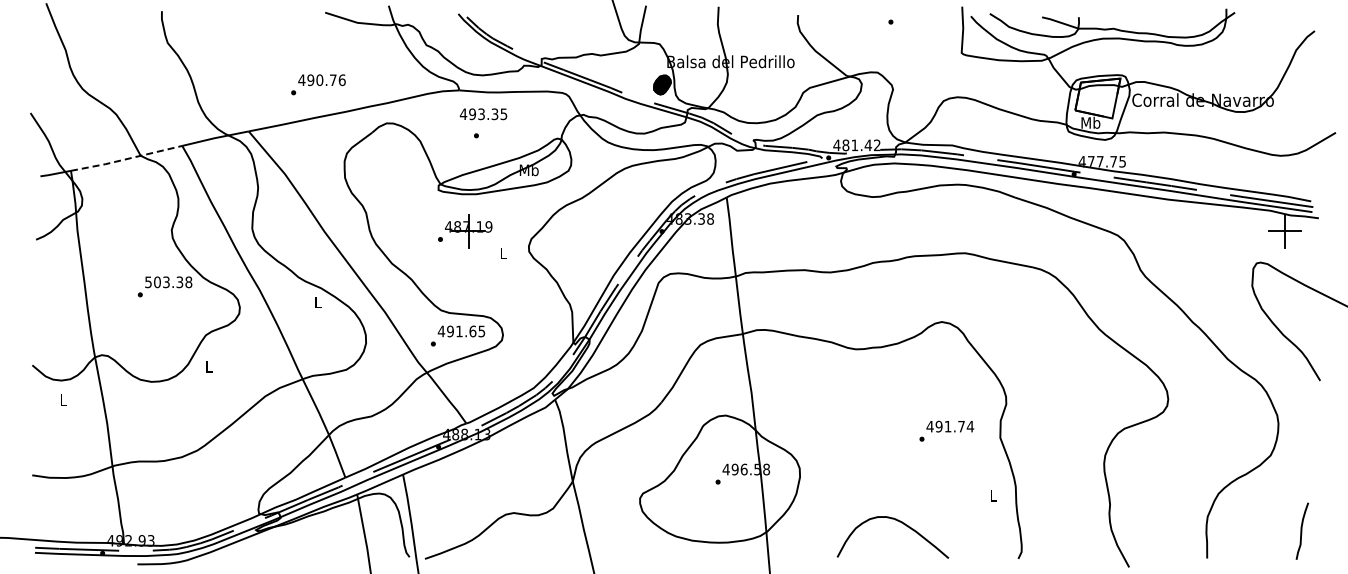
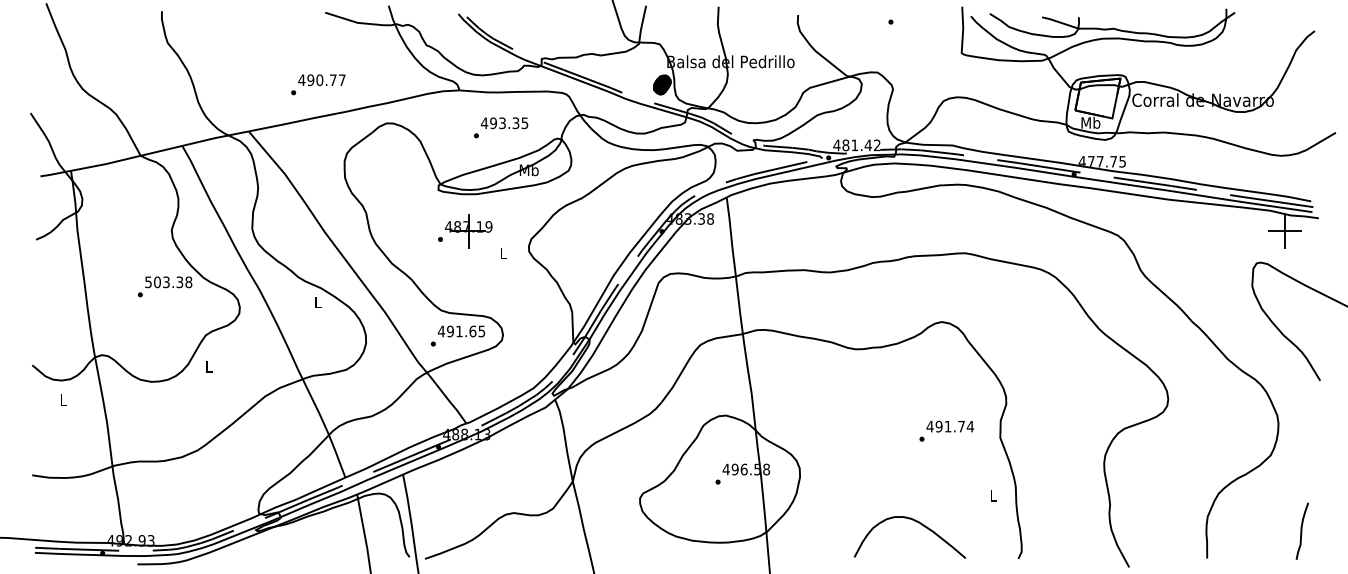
text at (341, 80): 490.76 -> 490.77
text at (483, 114) position: (483, 114) -> (504, 123)
line at (126, 159): dashed -> solid
curve at (899, 522) position: (899, 522) -> (916, 522)
